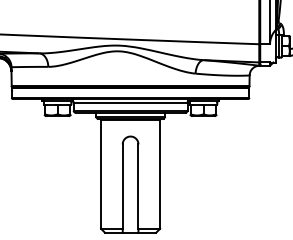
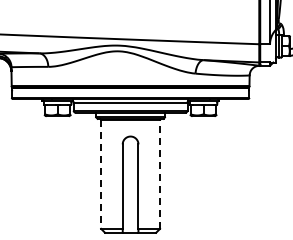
line at (160, 174): solid -> dashed
line at (101, 175): solid -> dashed
